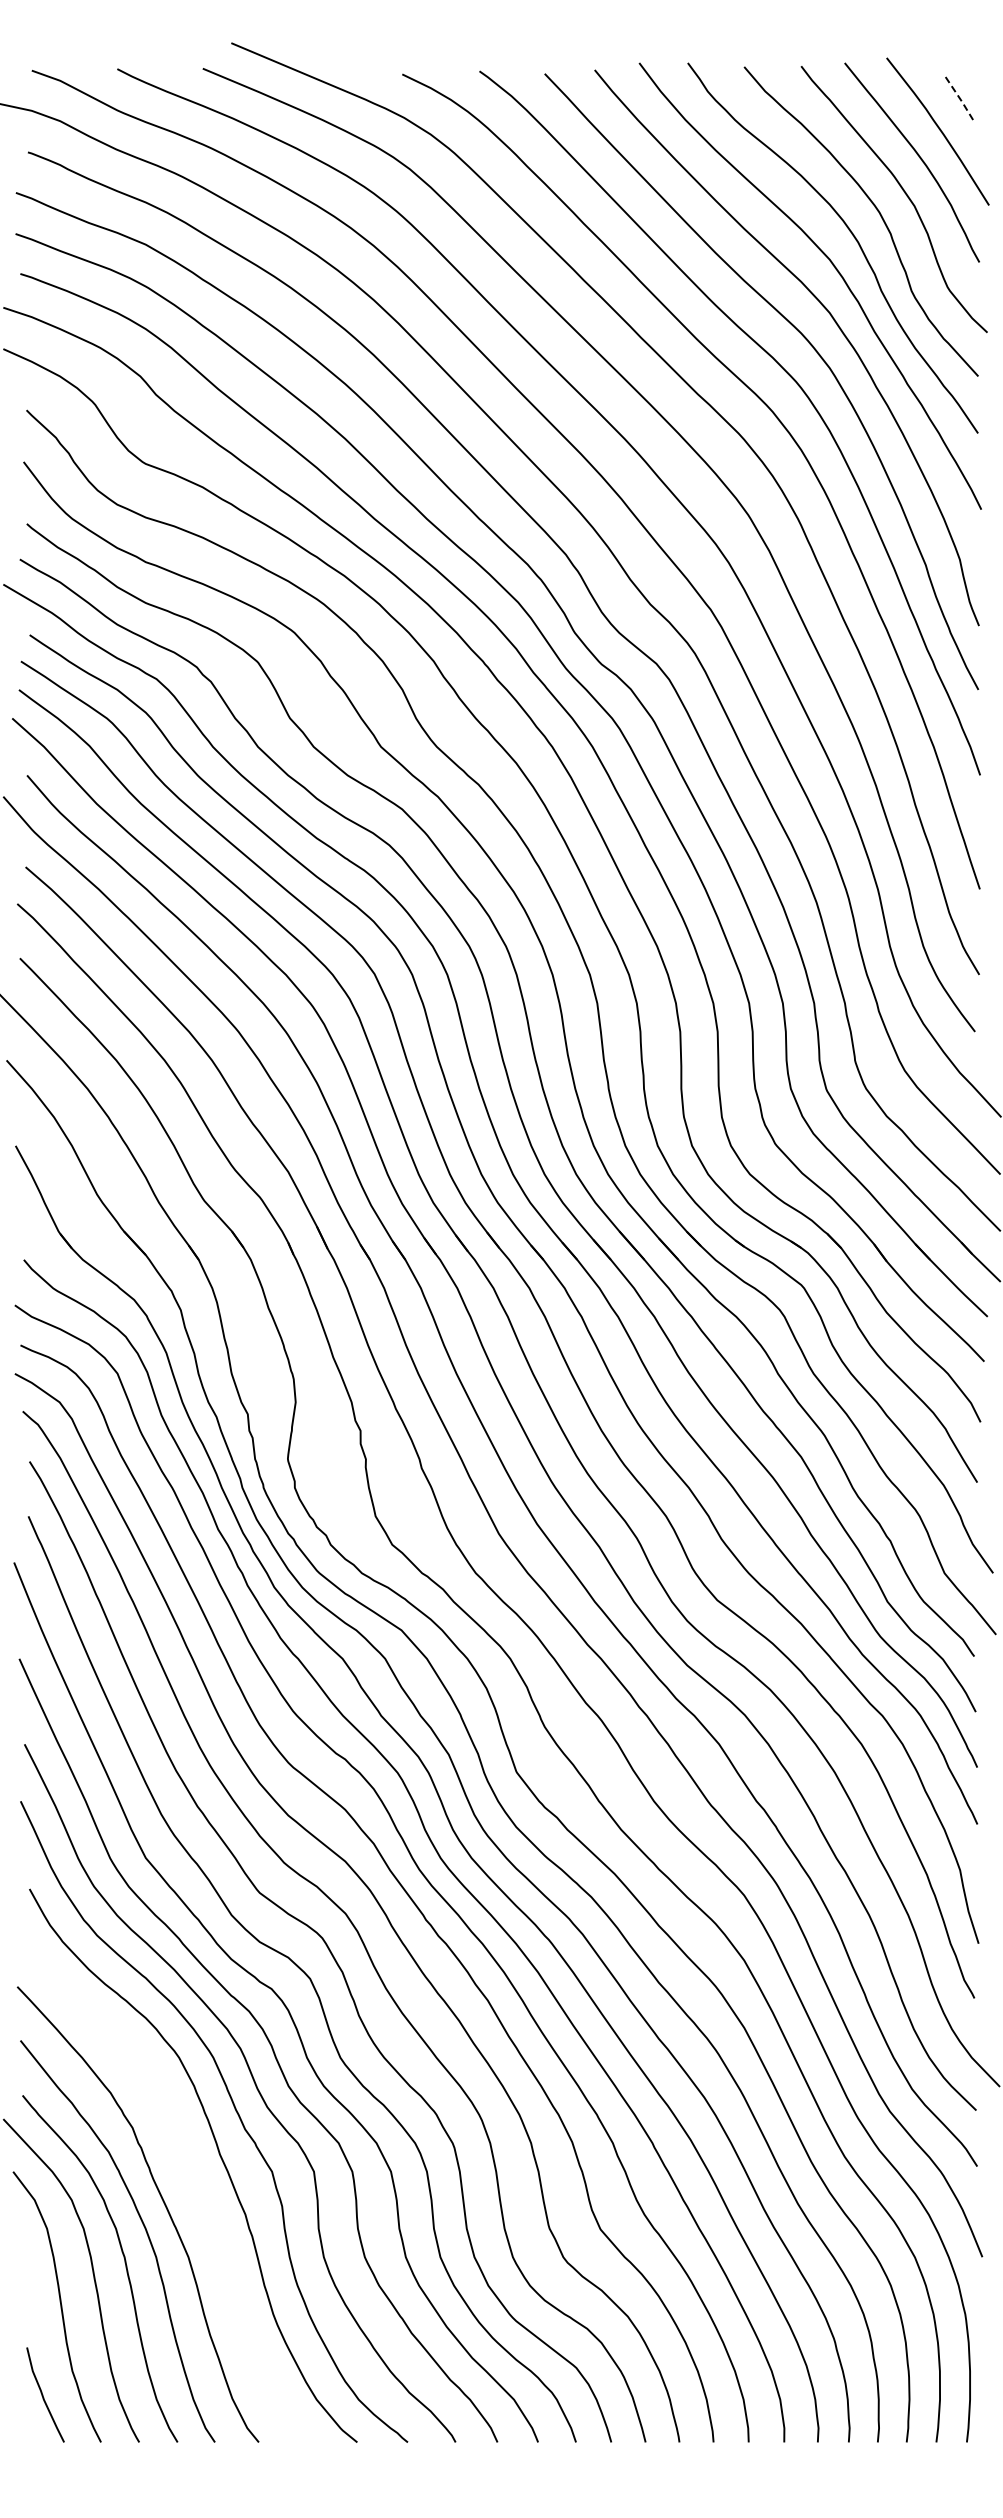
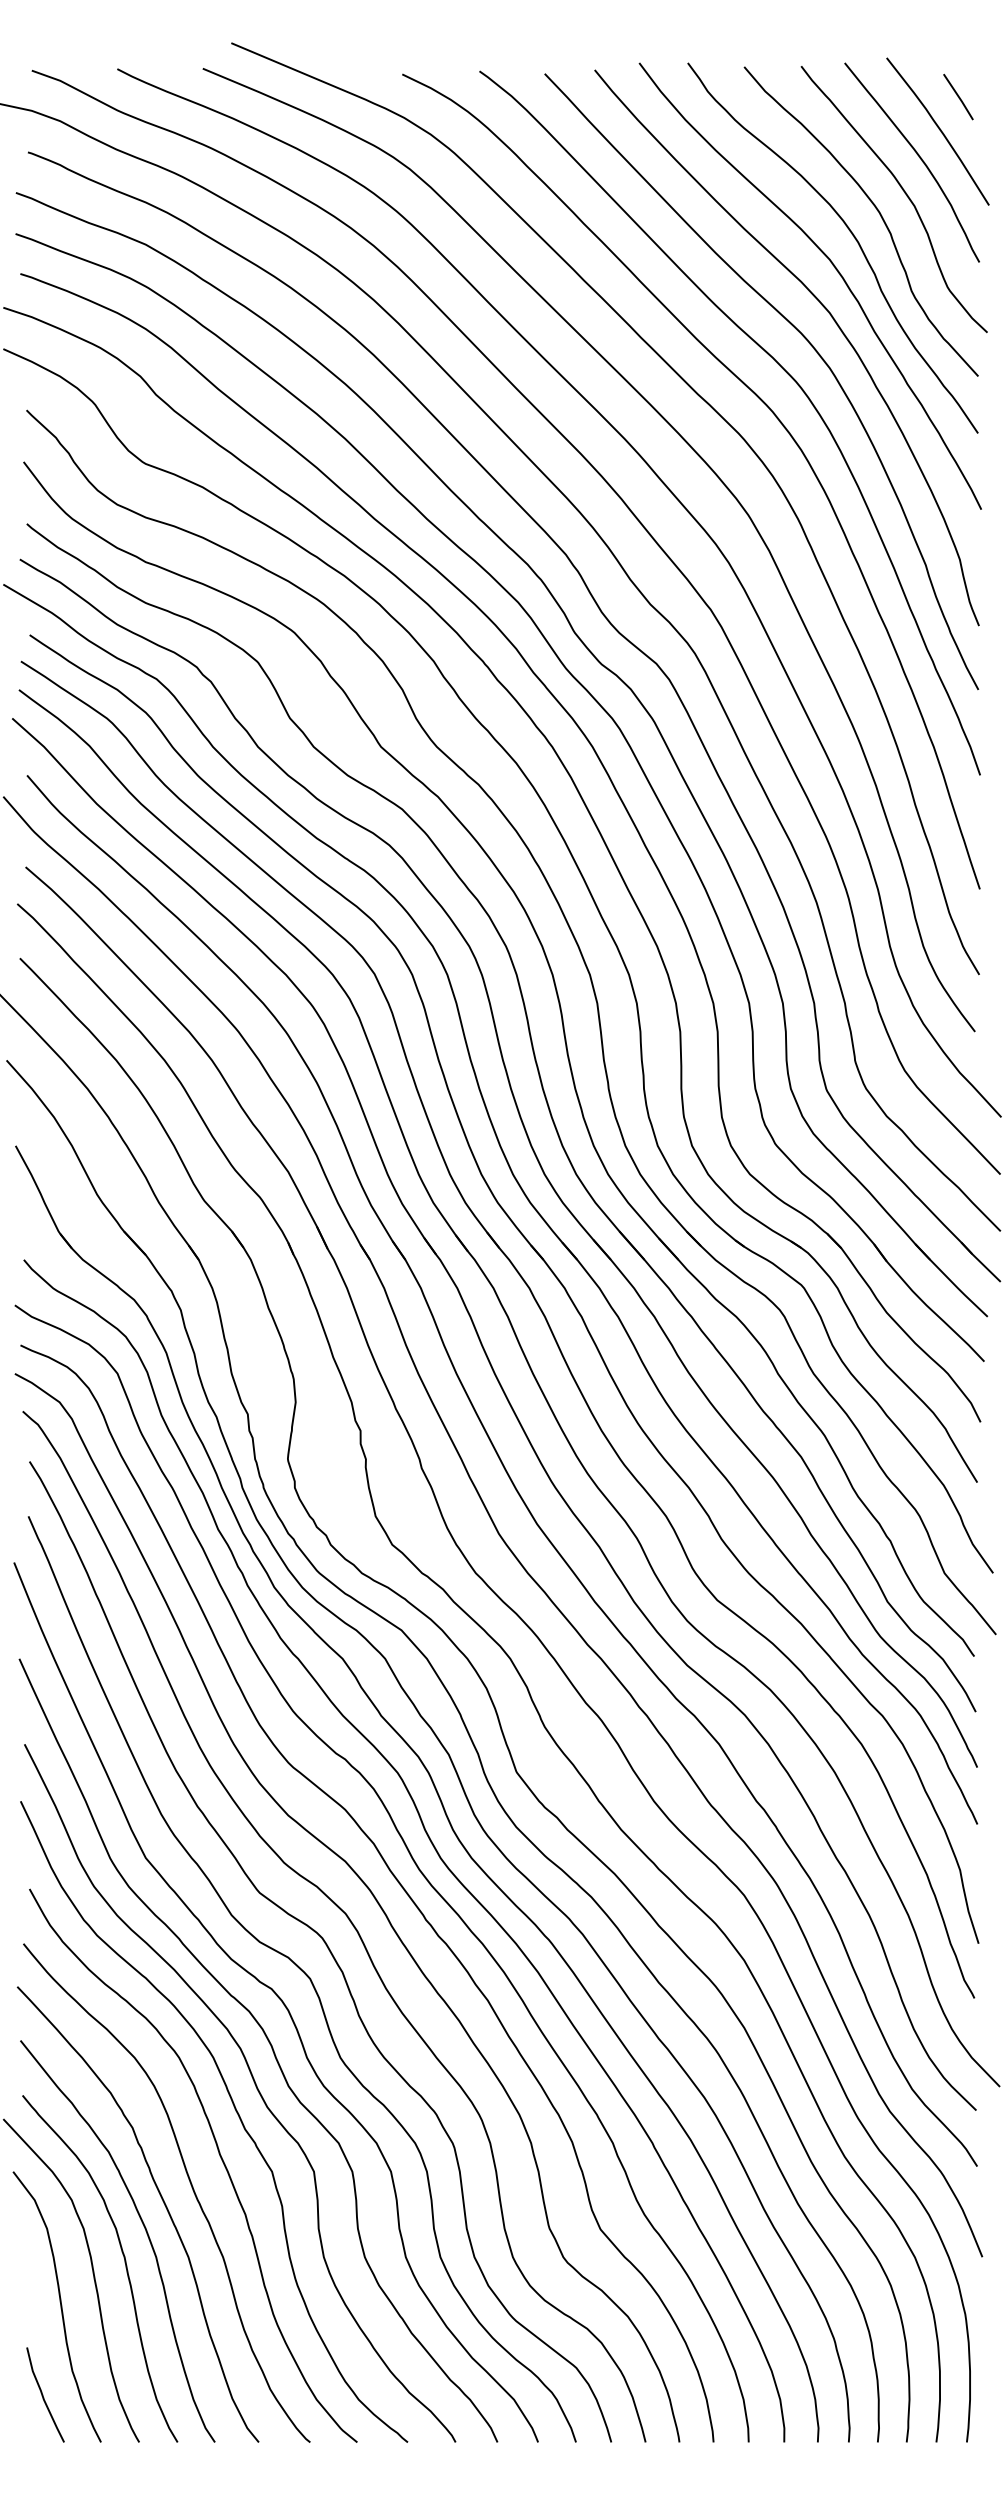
line at (958, 96): dashed -> solid
curve at (190, 2185): none -> present
